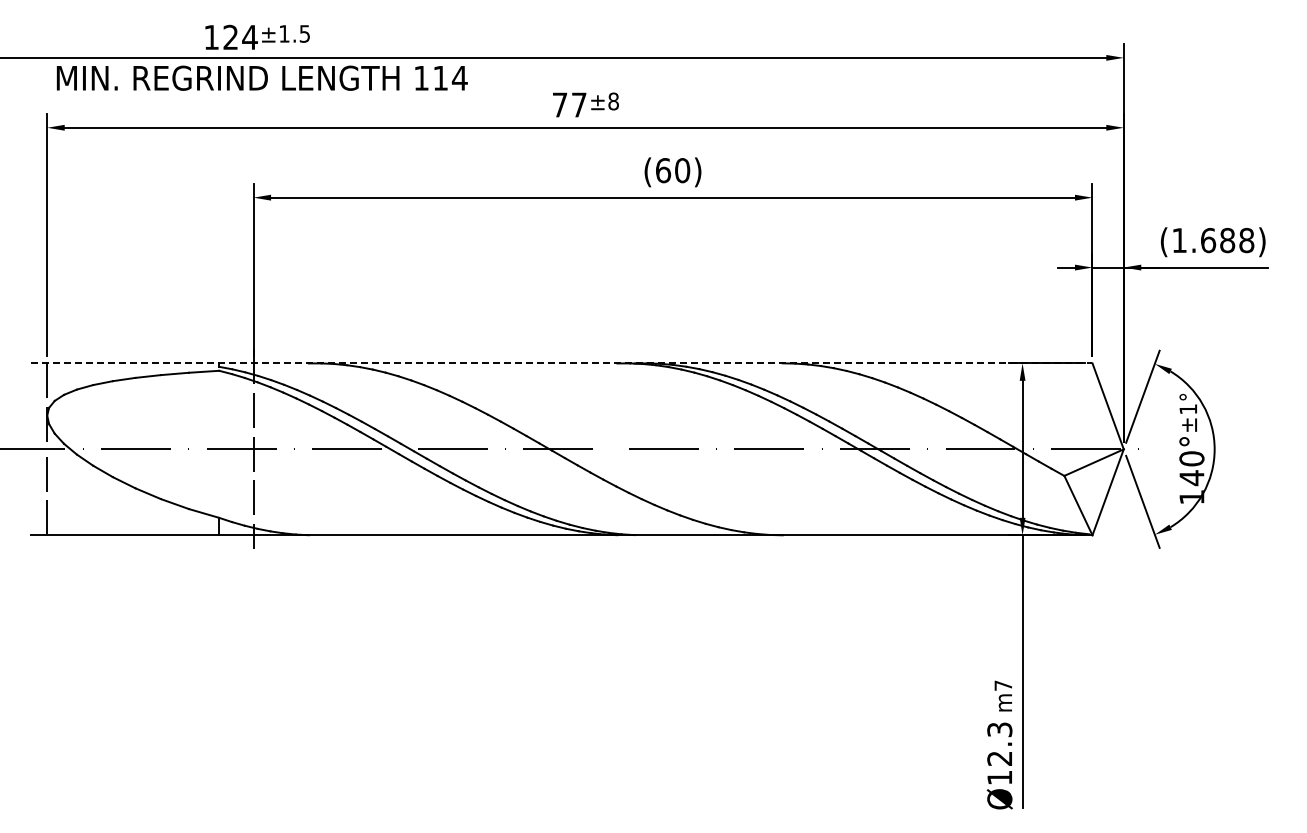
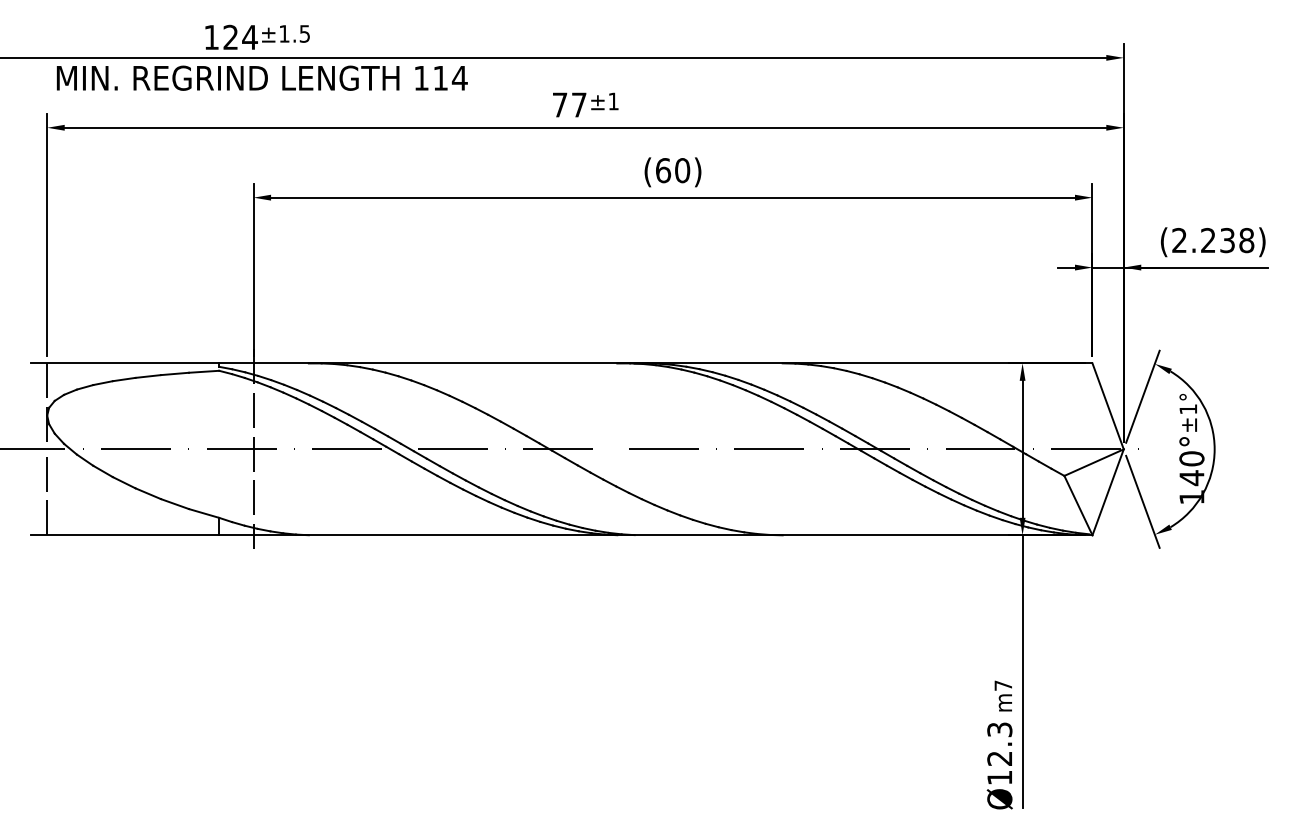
text at (613, 101): ±8 -> ±1
text at (1203, 240): (1.688) -> (2.238)
line at (561, 363): dashed -> solid
